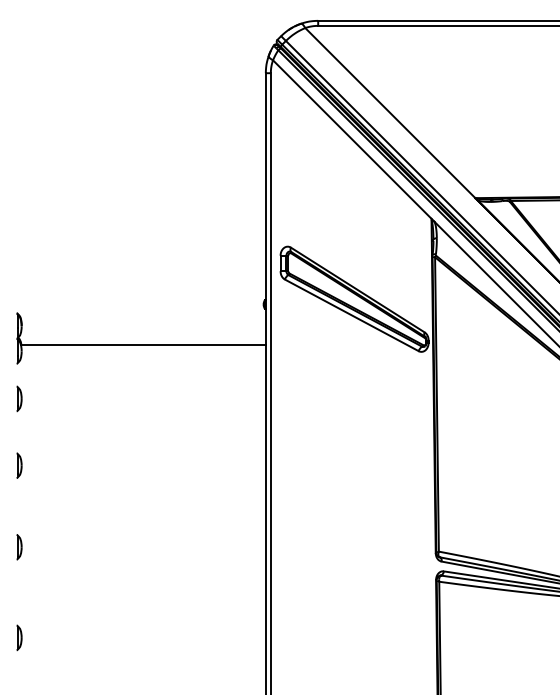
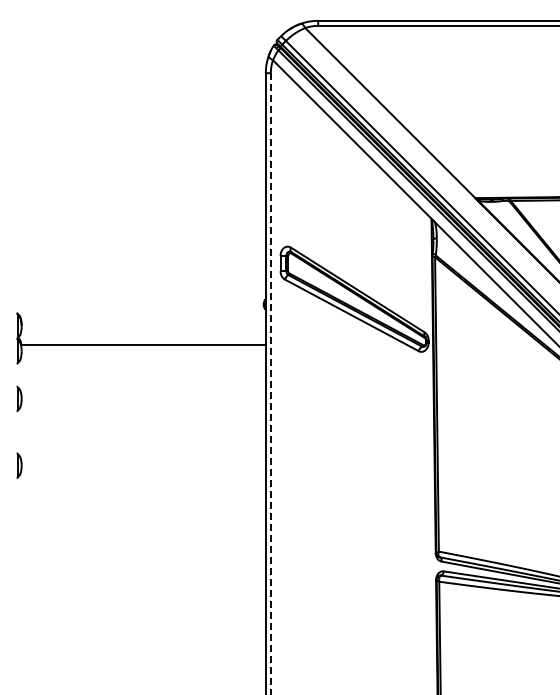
line at (270, 383): solid -> dashed
part at (19, 547): present -> none
part at (19, 637): present -> none
